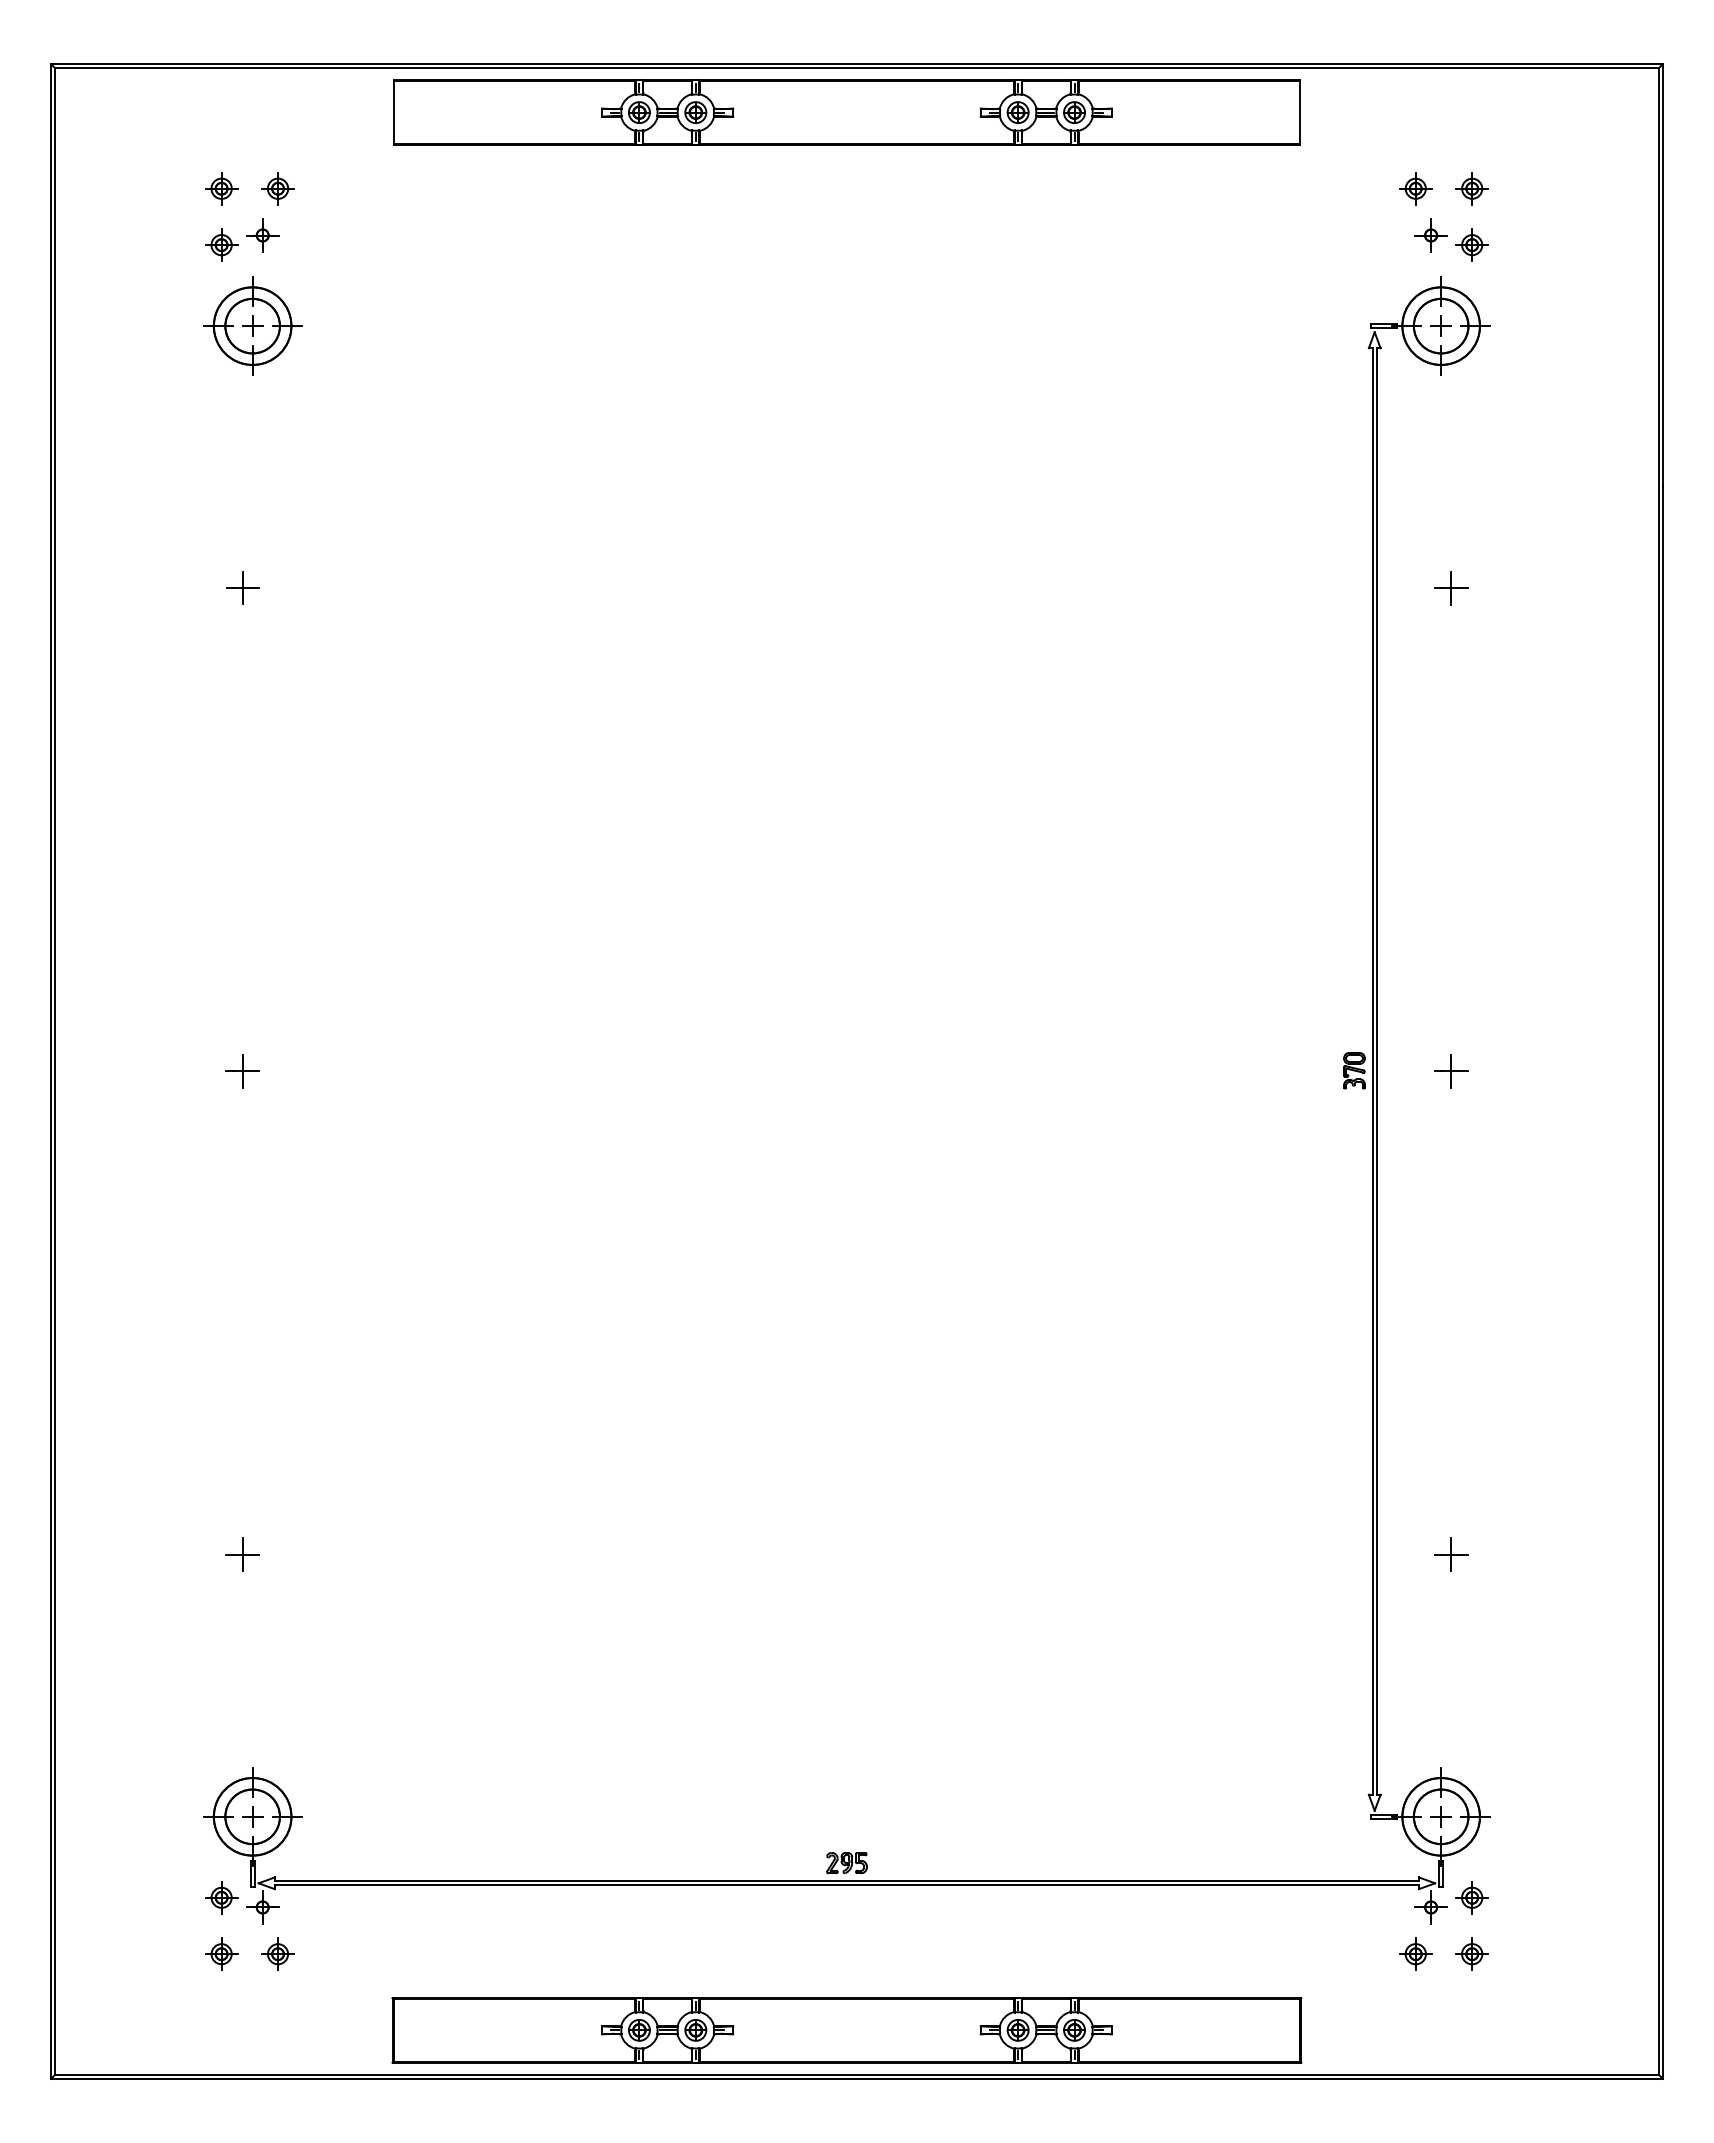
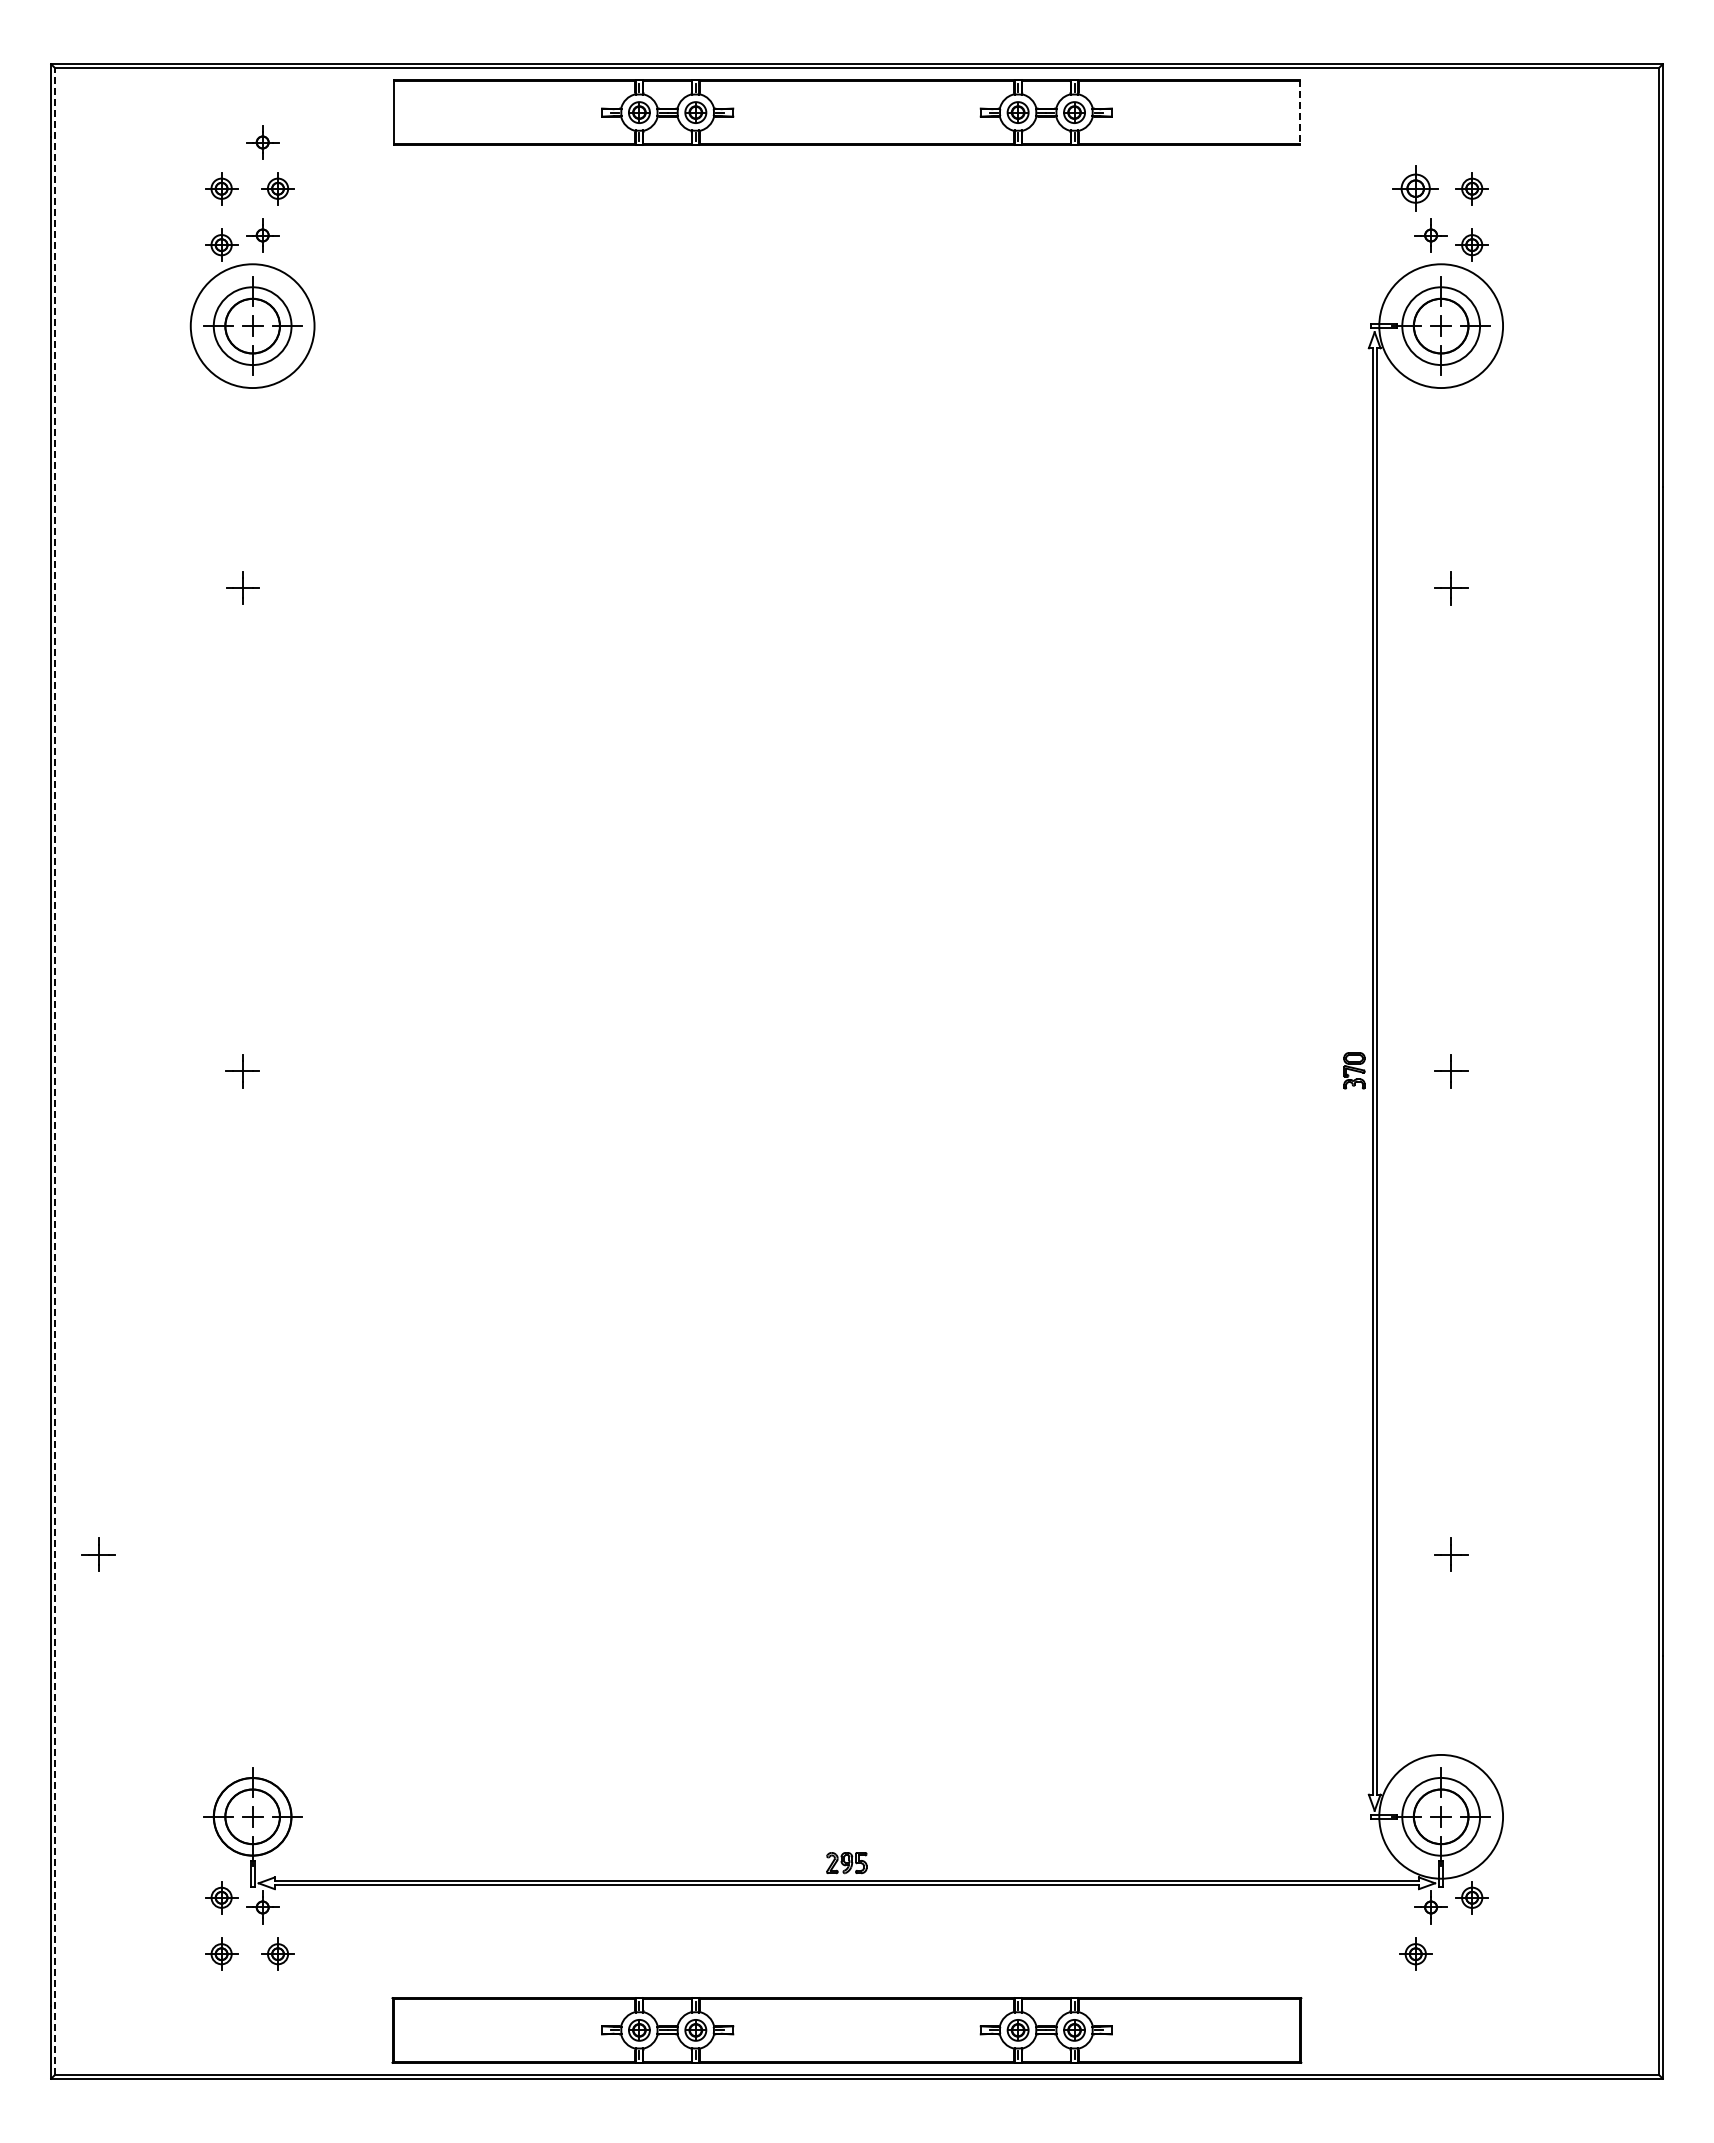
line at (1300, 113): solid -> dashed
part at (262, 142): none -> present
part at (1415, 188) size: 34x34 px -> 47x47 px
circle at (252, 325) diameter: 77 px -> 124 px
circle at (1440, 325) diameter: 77 px -> 124 px
line at (55, 1071): solid -> dashed
part at (242, 1554) position: (242, 1554) -> (98, 1554)
circle at (1440, 1816) diameter: 77 px -> 124 px
part at (1471, 1953): present -> none
